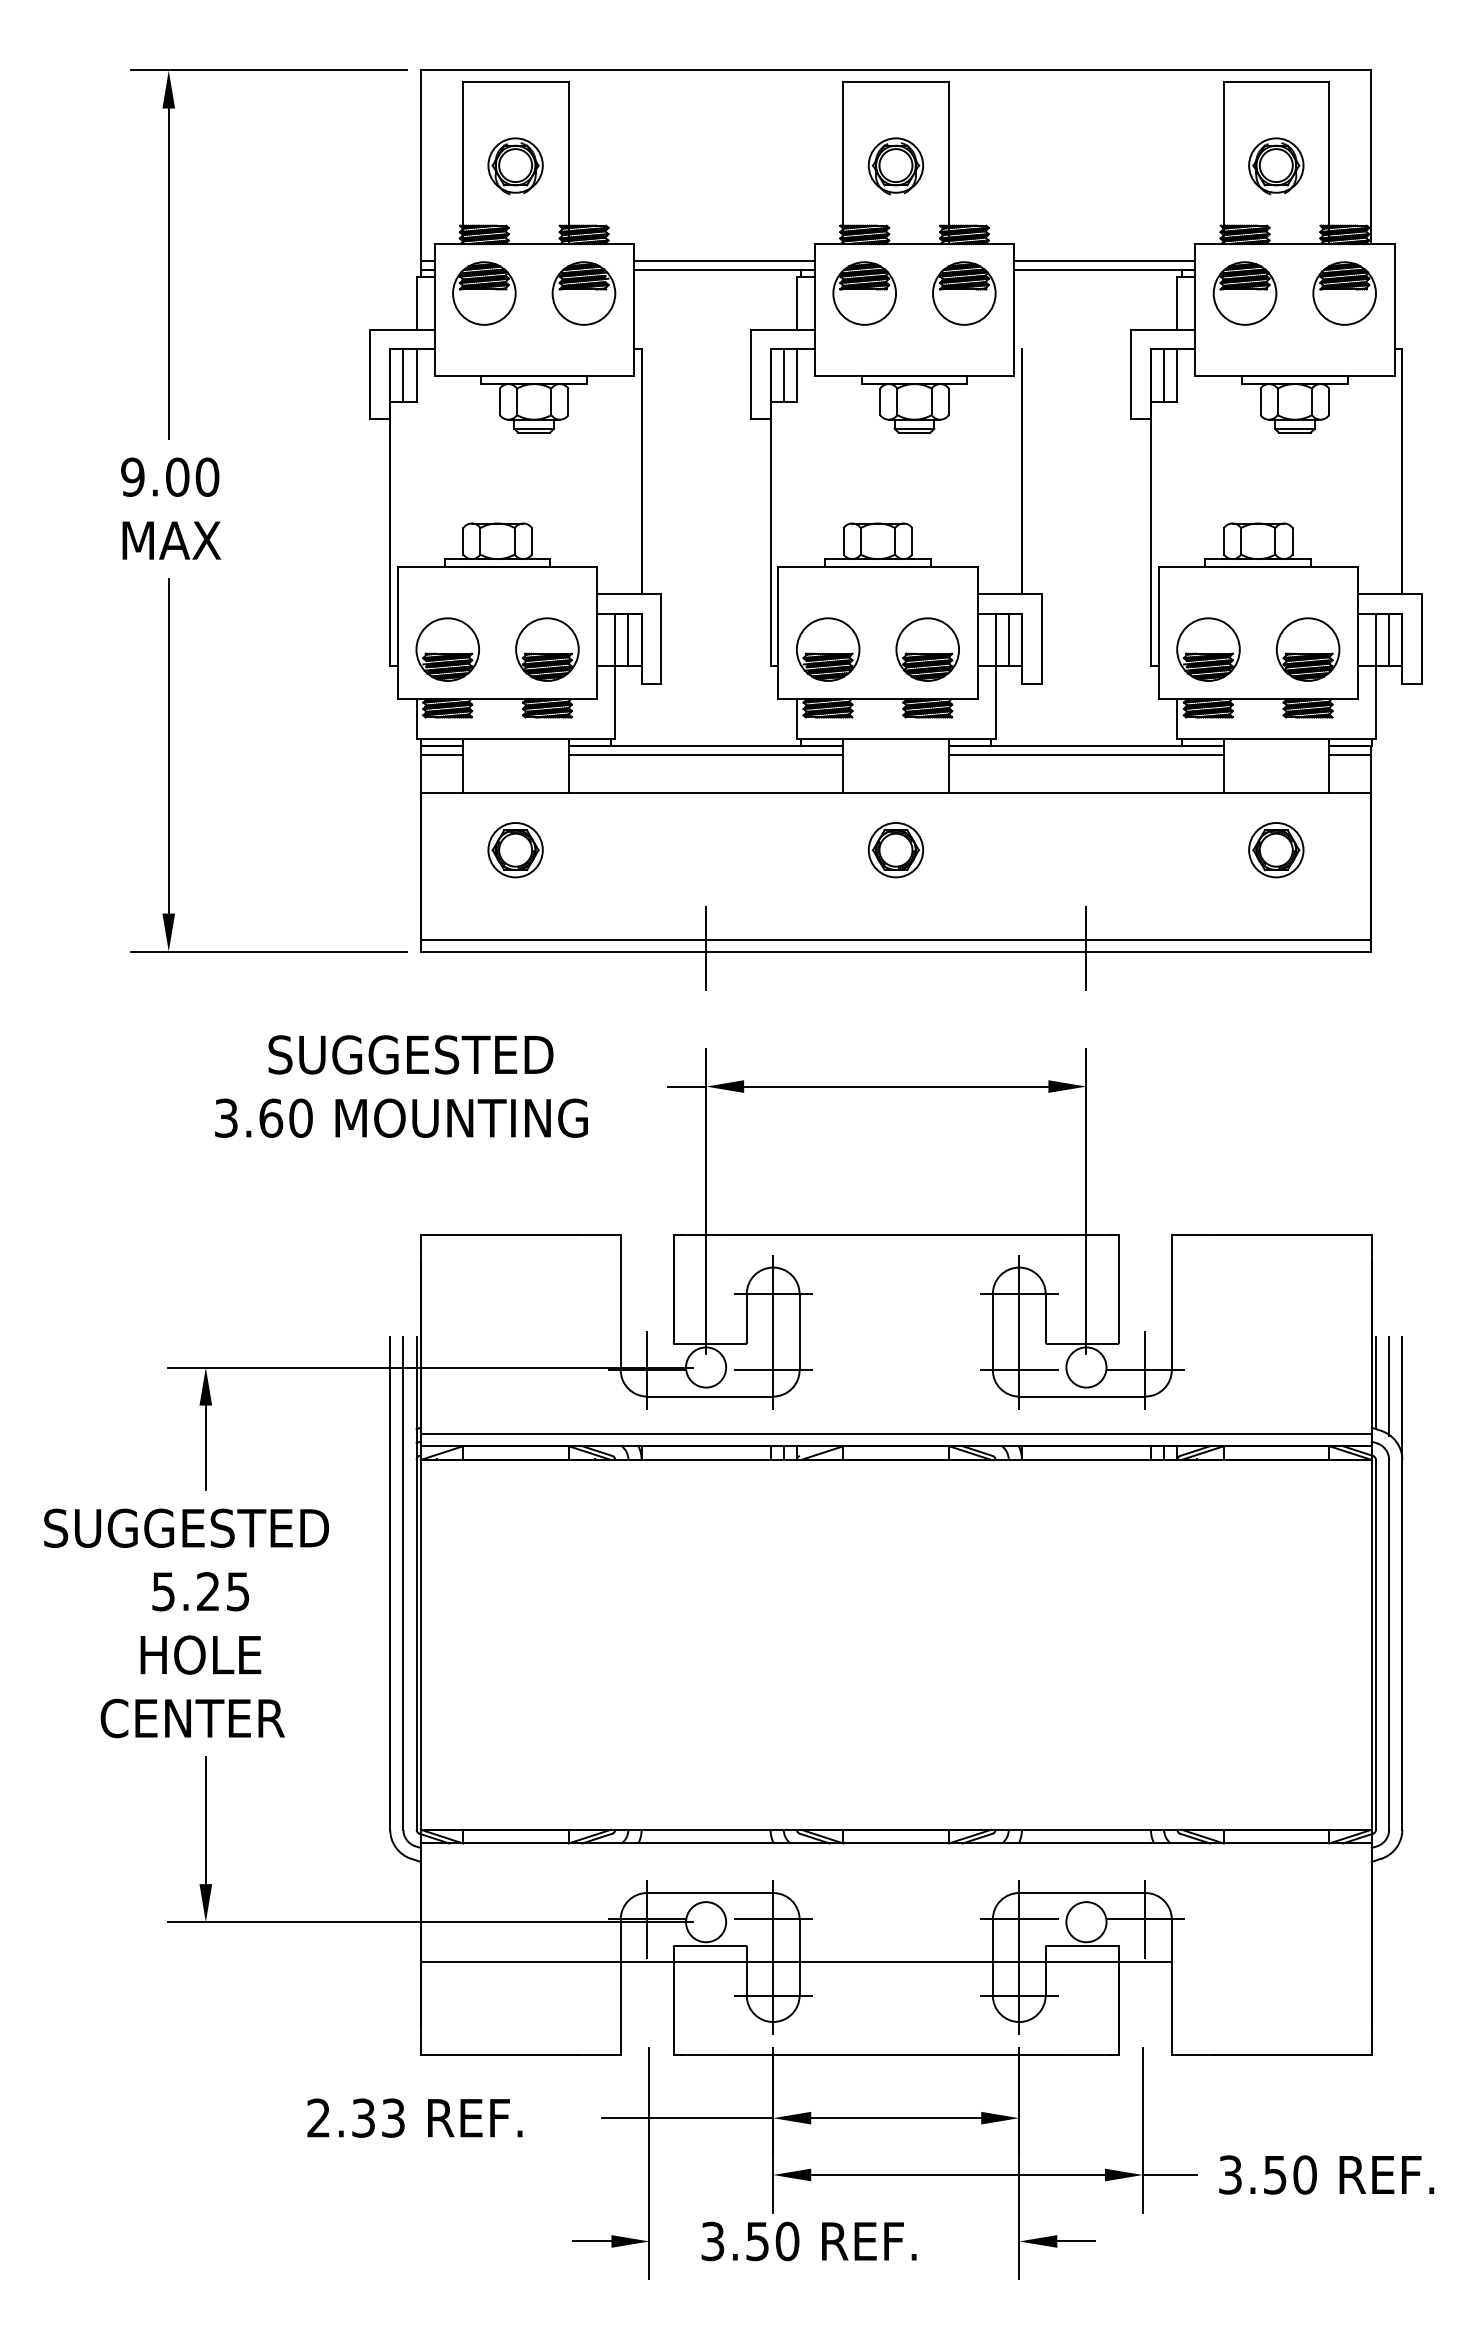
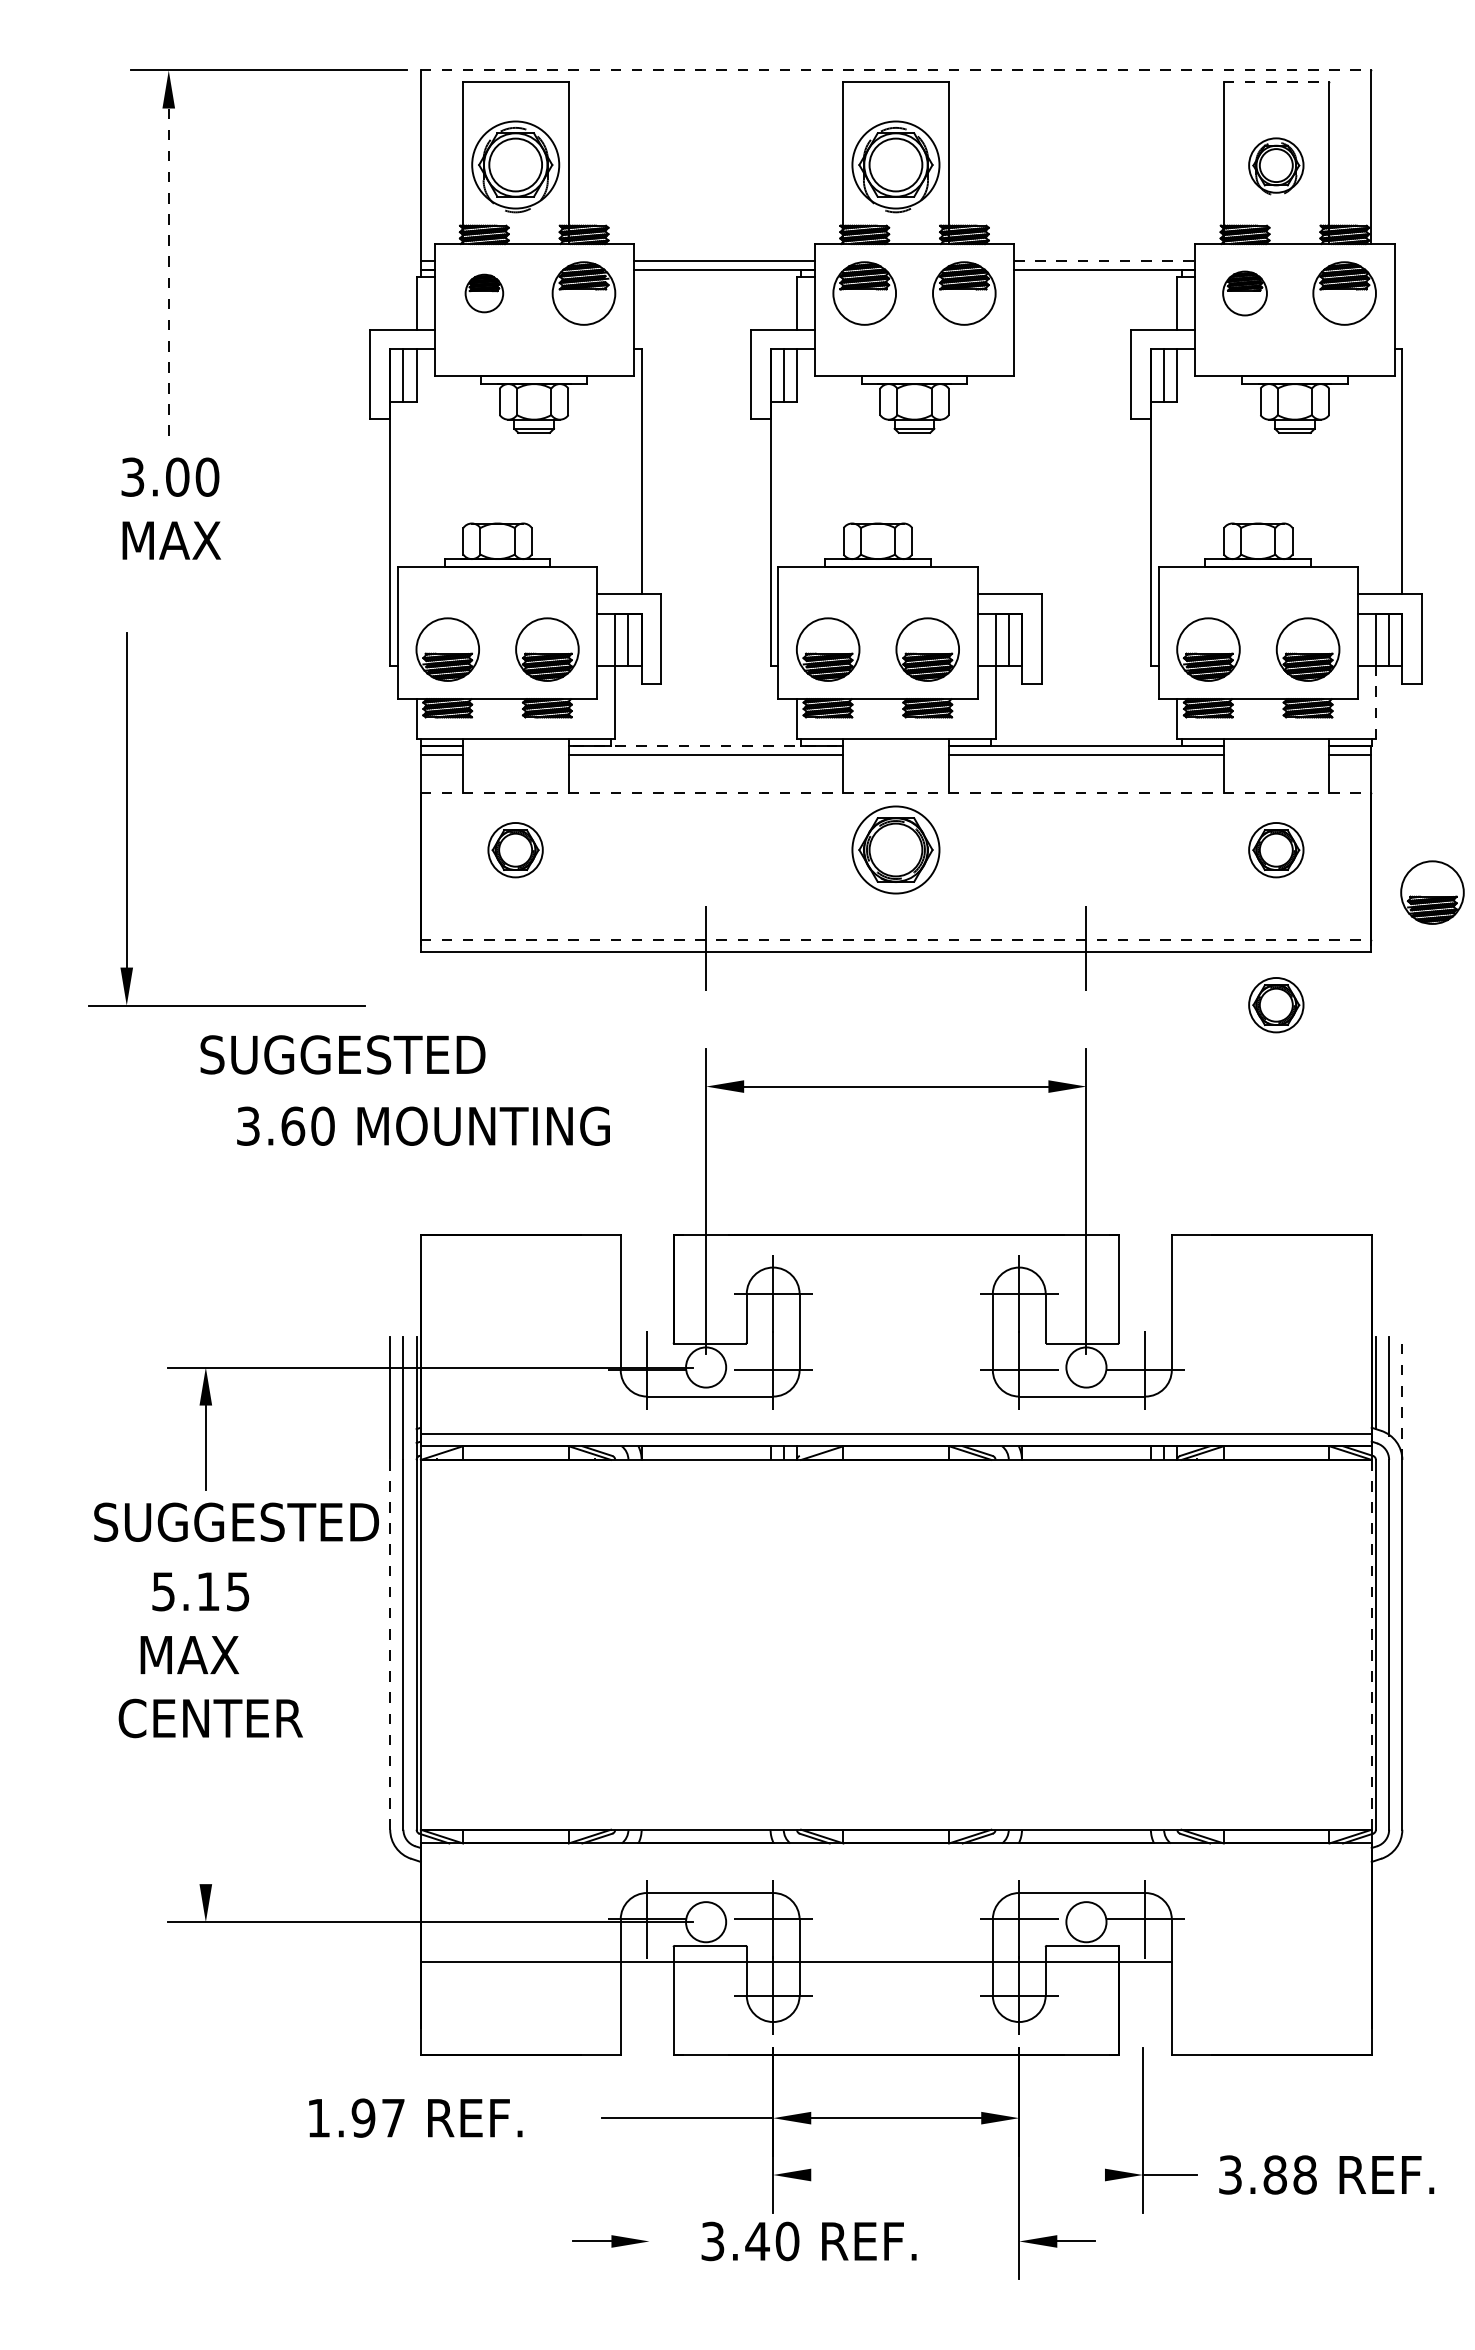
line at (896, 70): solid -> dashed
line at (1276, 81): solid -> dashed
part at (515, 166) size: 57x59 px -> 90x94 px
part at (895, 166) size: 58x59 px -> 90x94 px
line at (1104, 260): solid -> dashed
line at (168, 274): solid -> dashed
part at (484, 293) size: 65x65 px -> 41x41 px
part at (1244, 293) size: 66x65 px -> 46x47 px
line at (1021, 471): present -> none
text at (132, 476): 9.00 -> 3.00
line at (1375, 702): solid -> dashed
line at (708, 745): solid -> dashed
part at (169, 765) position: (169, 765) -> (127, 819)
line at (896, 793): solid -> dashed
part at (895, 850) size: 58x57 px -> 90x90 px
part at (1432, 892): none -> present
line at (896, 940): solid -> dashed
part at (1276, 1005): none -> present
text at (410, 1054) position: (410, 1054) -> (342, 1054)
line at (686, 1086): present -> none
text at (401, 1117) position: (401, 1117) -> (423, 1125)
line at (1402, 1398): solid -> dashed
text at (186, 1527) position: (186, 1527) -> (236, 1521)
text at (208, 1591): 5.25 -> 5.15
line at (390, 1644): solid -> dashed
line at (1371, 1644): solid -> dashed
text at (203, 1654): HOLE -> MAX
text at (192, 1718) position: (192, 1718) -> (210, 1718)
line at (205, 1820): present -> none
text at (355, 2117): 2.33 -> 1.97
line at (649, 2163): present -> none
text at (1289, 2174): 3.50 -> 3.88
line at (957, 2175): present -> none
text at (757, 2241): 3.50 -> 3.40
